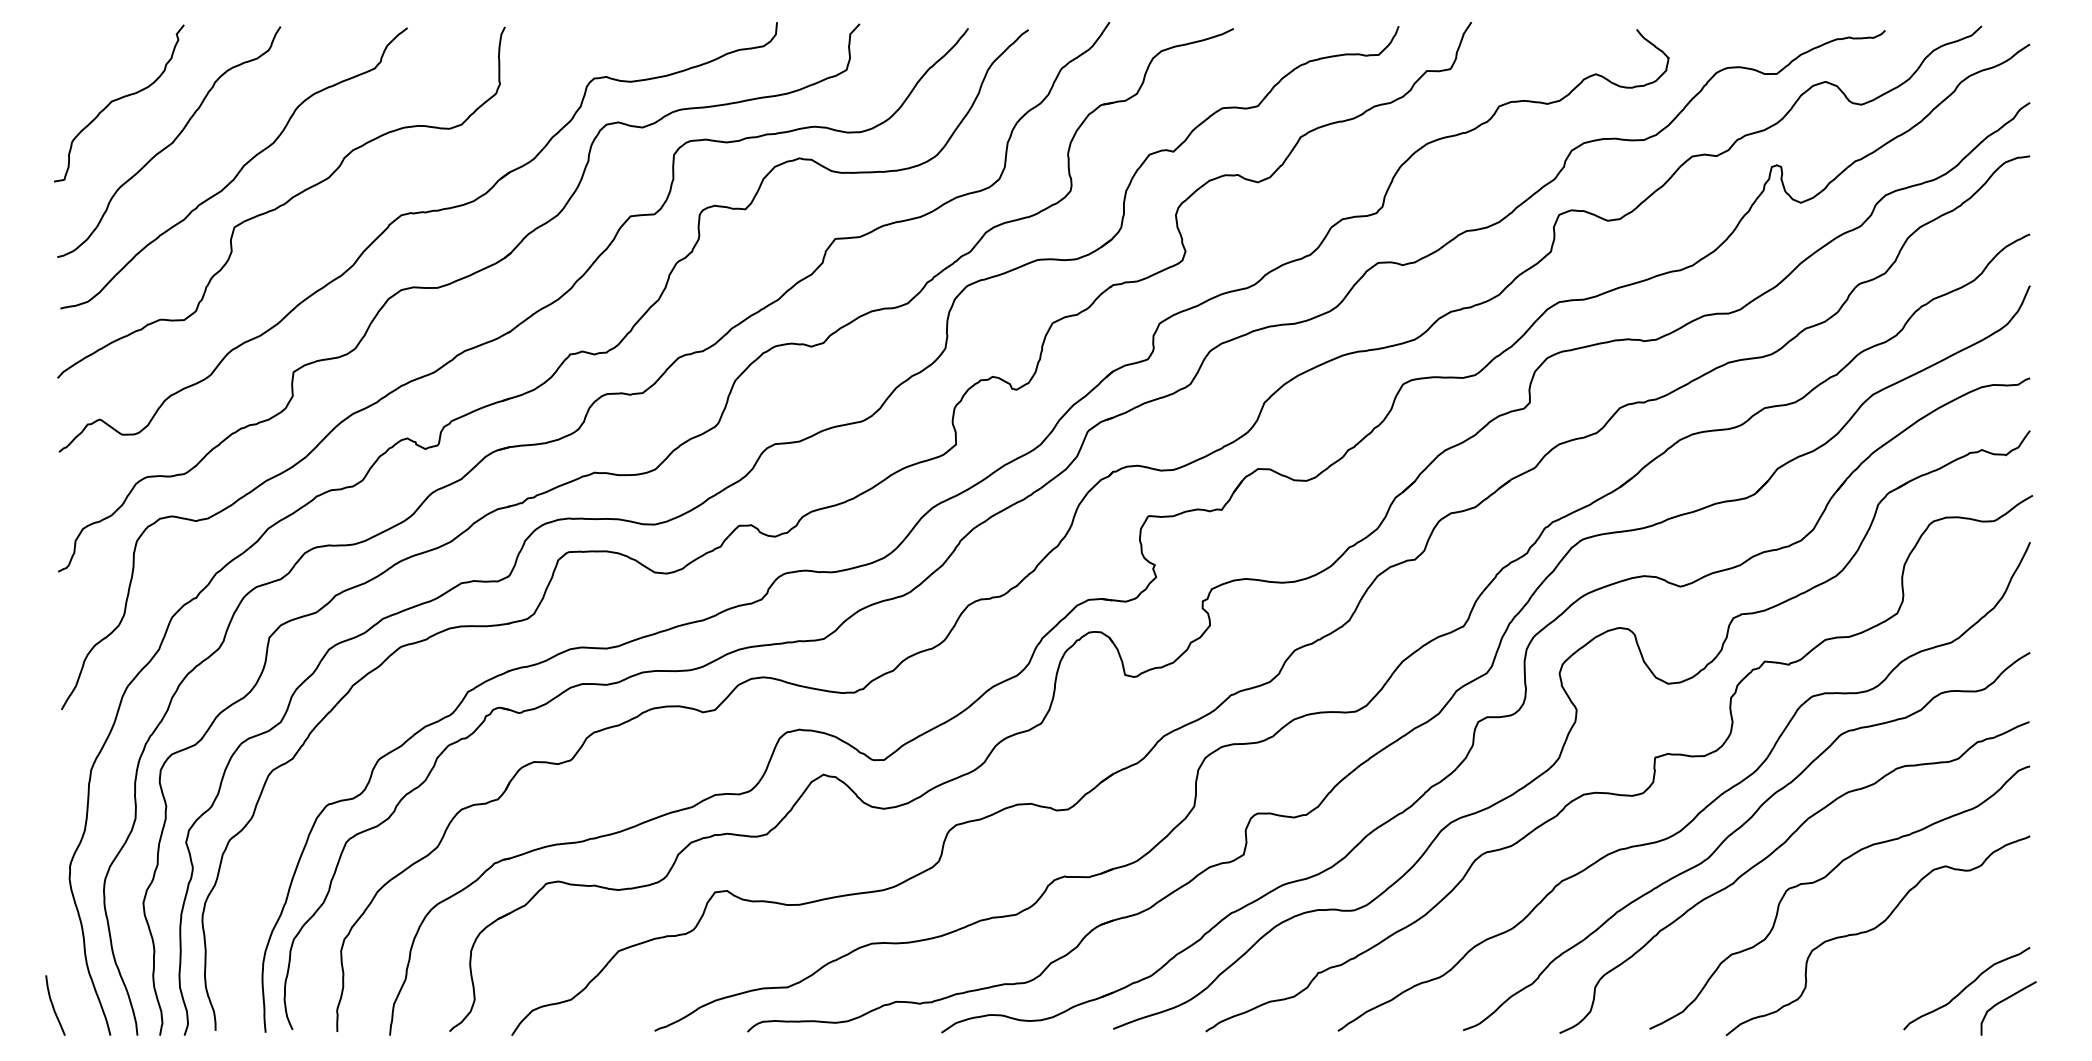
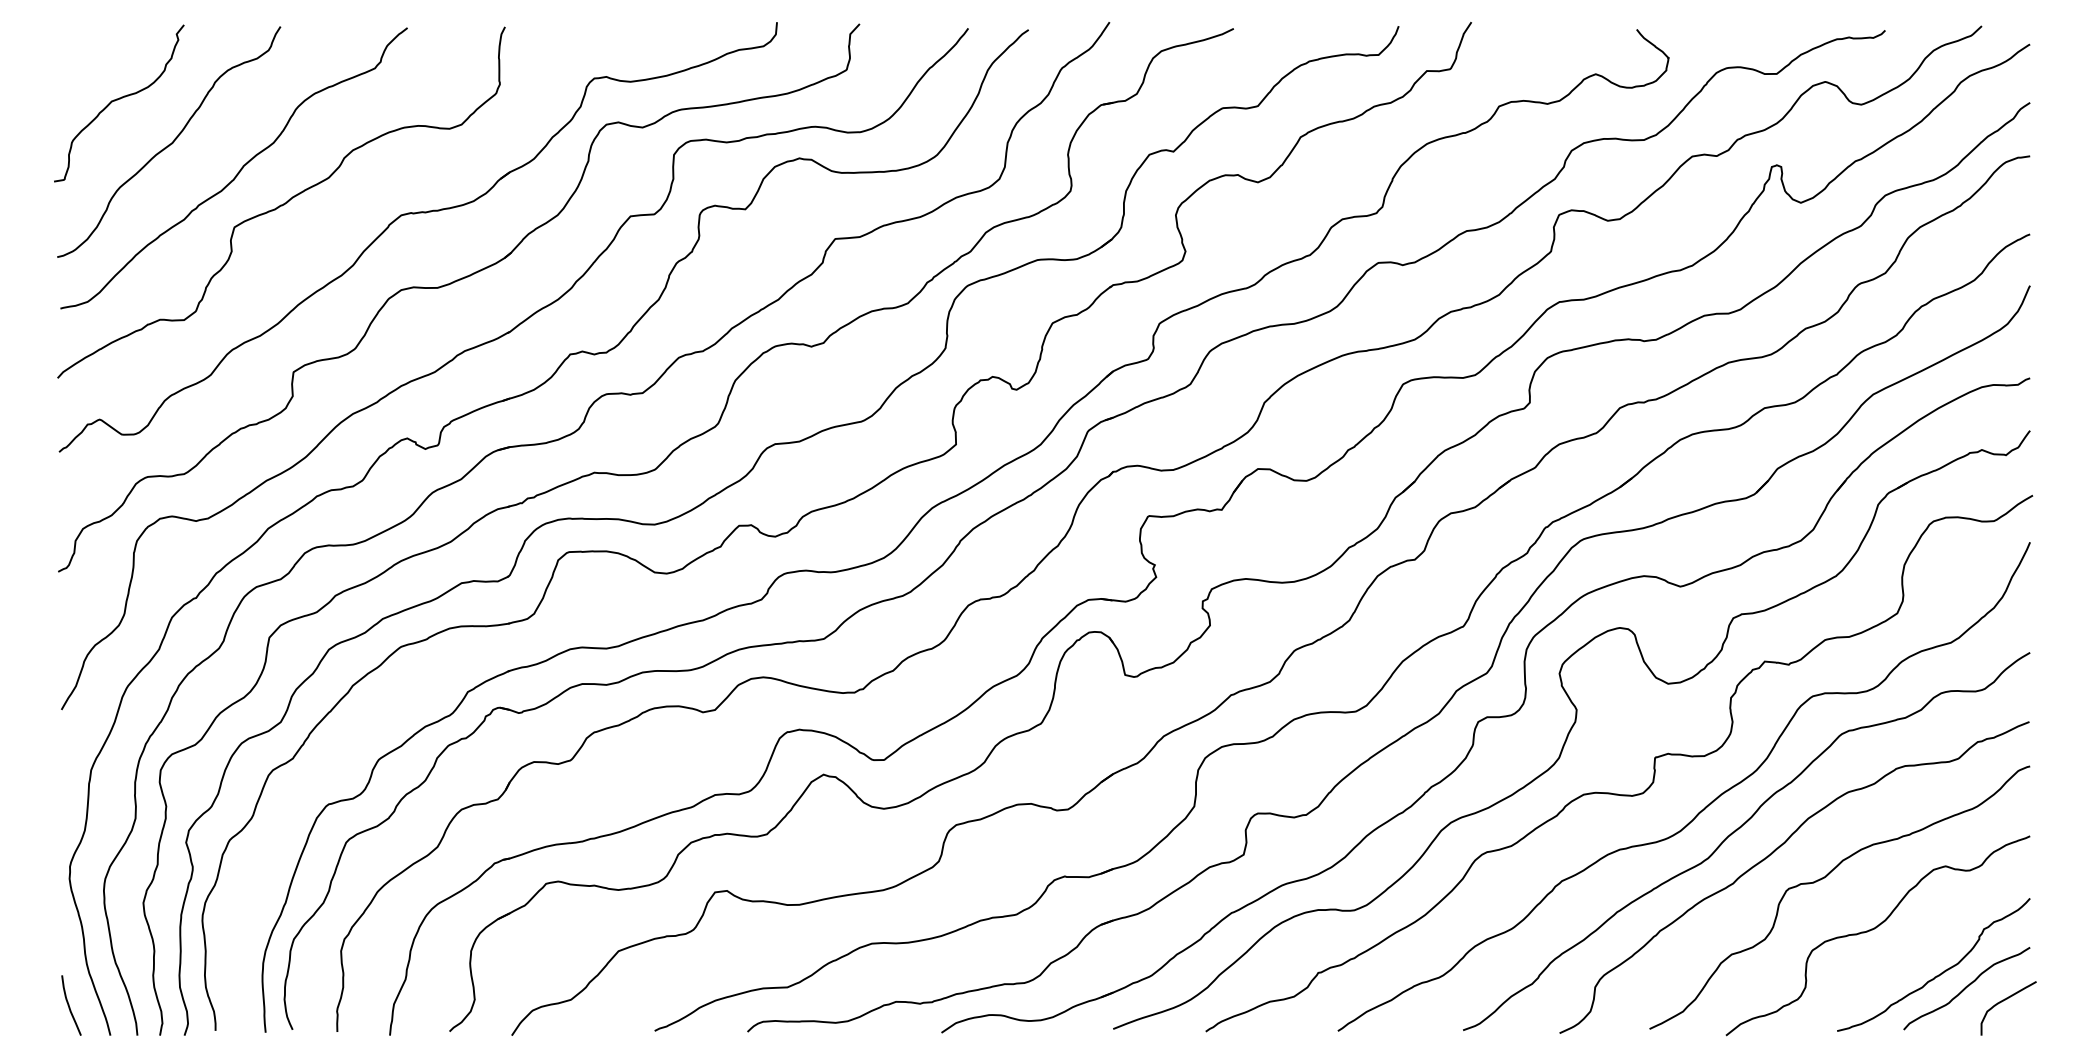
curve at (1938, 974): none -> present
curve at (53, 1005) position: (53, 1005) -> (69, 1005)
